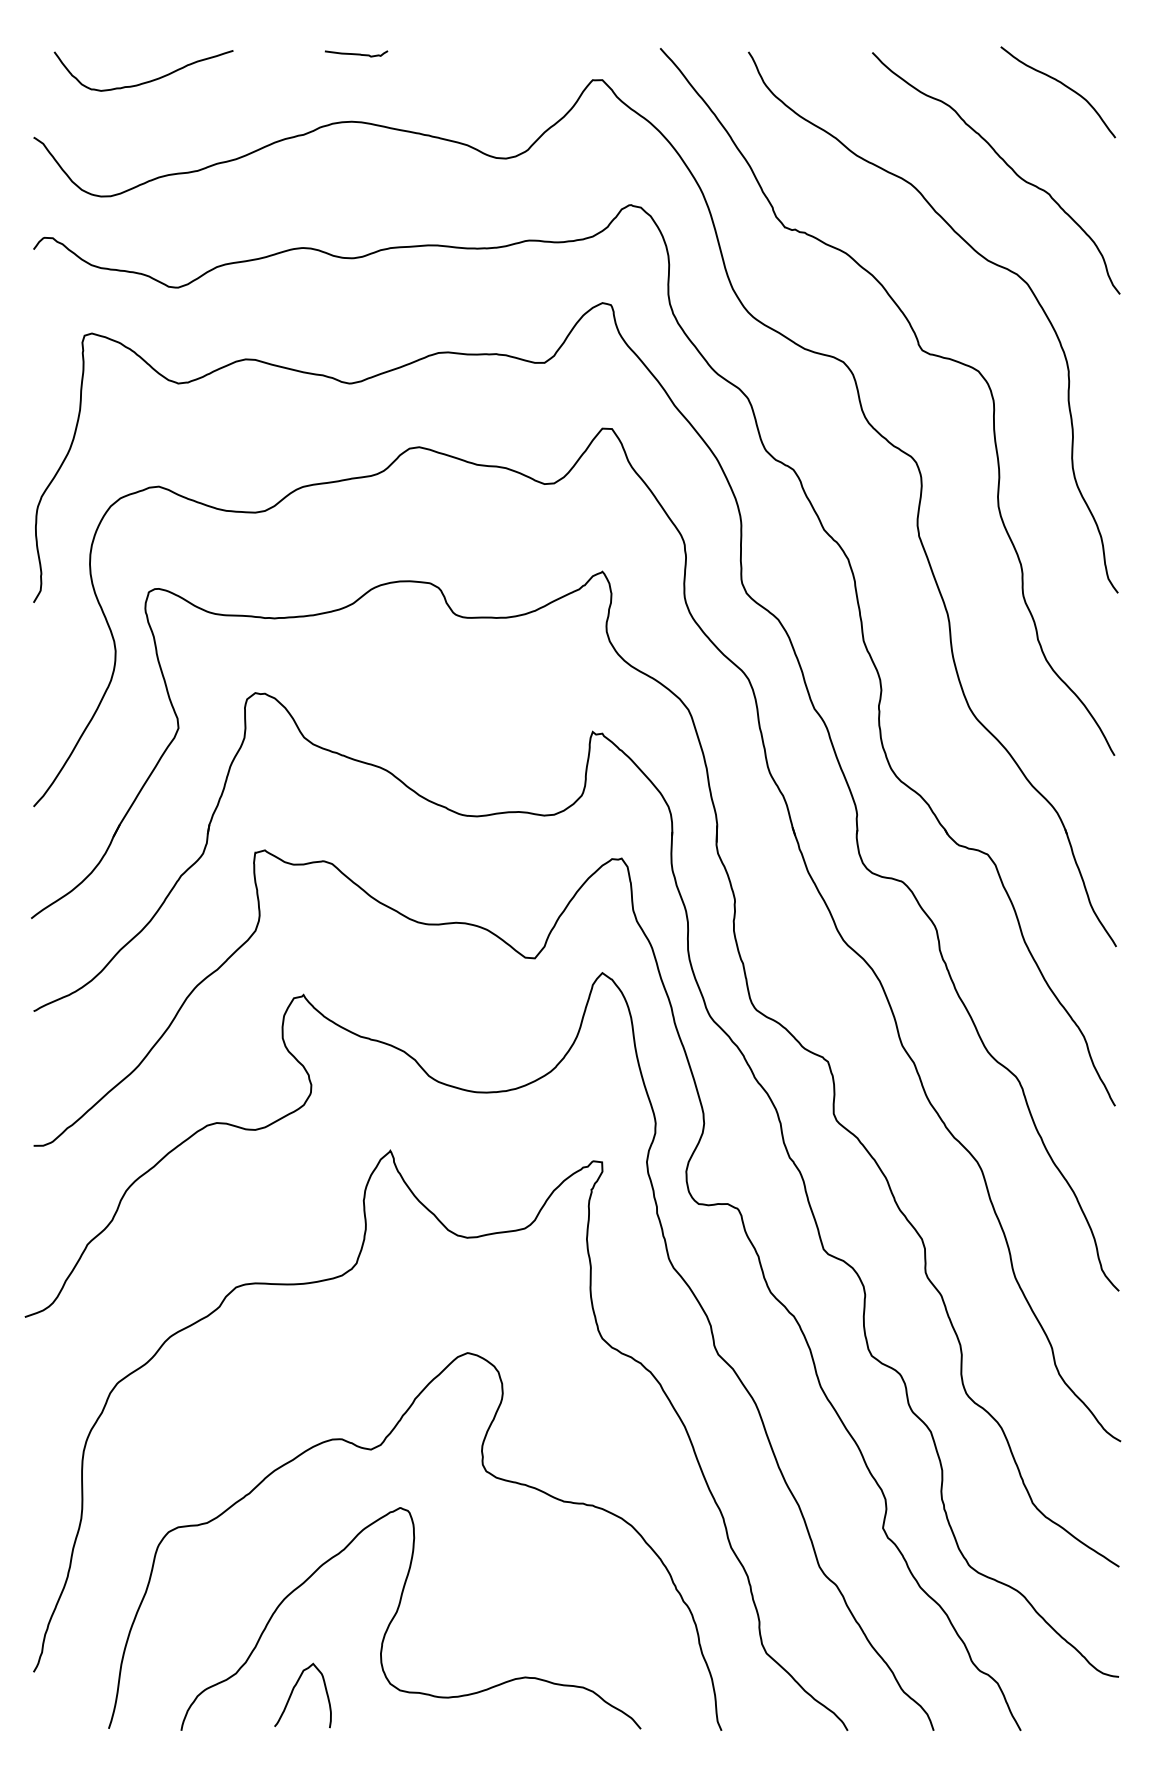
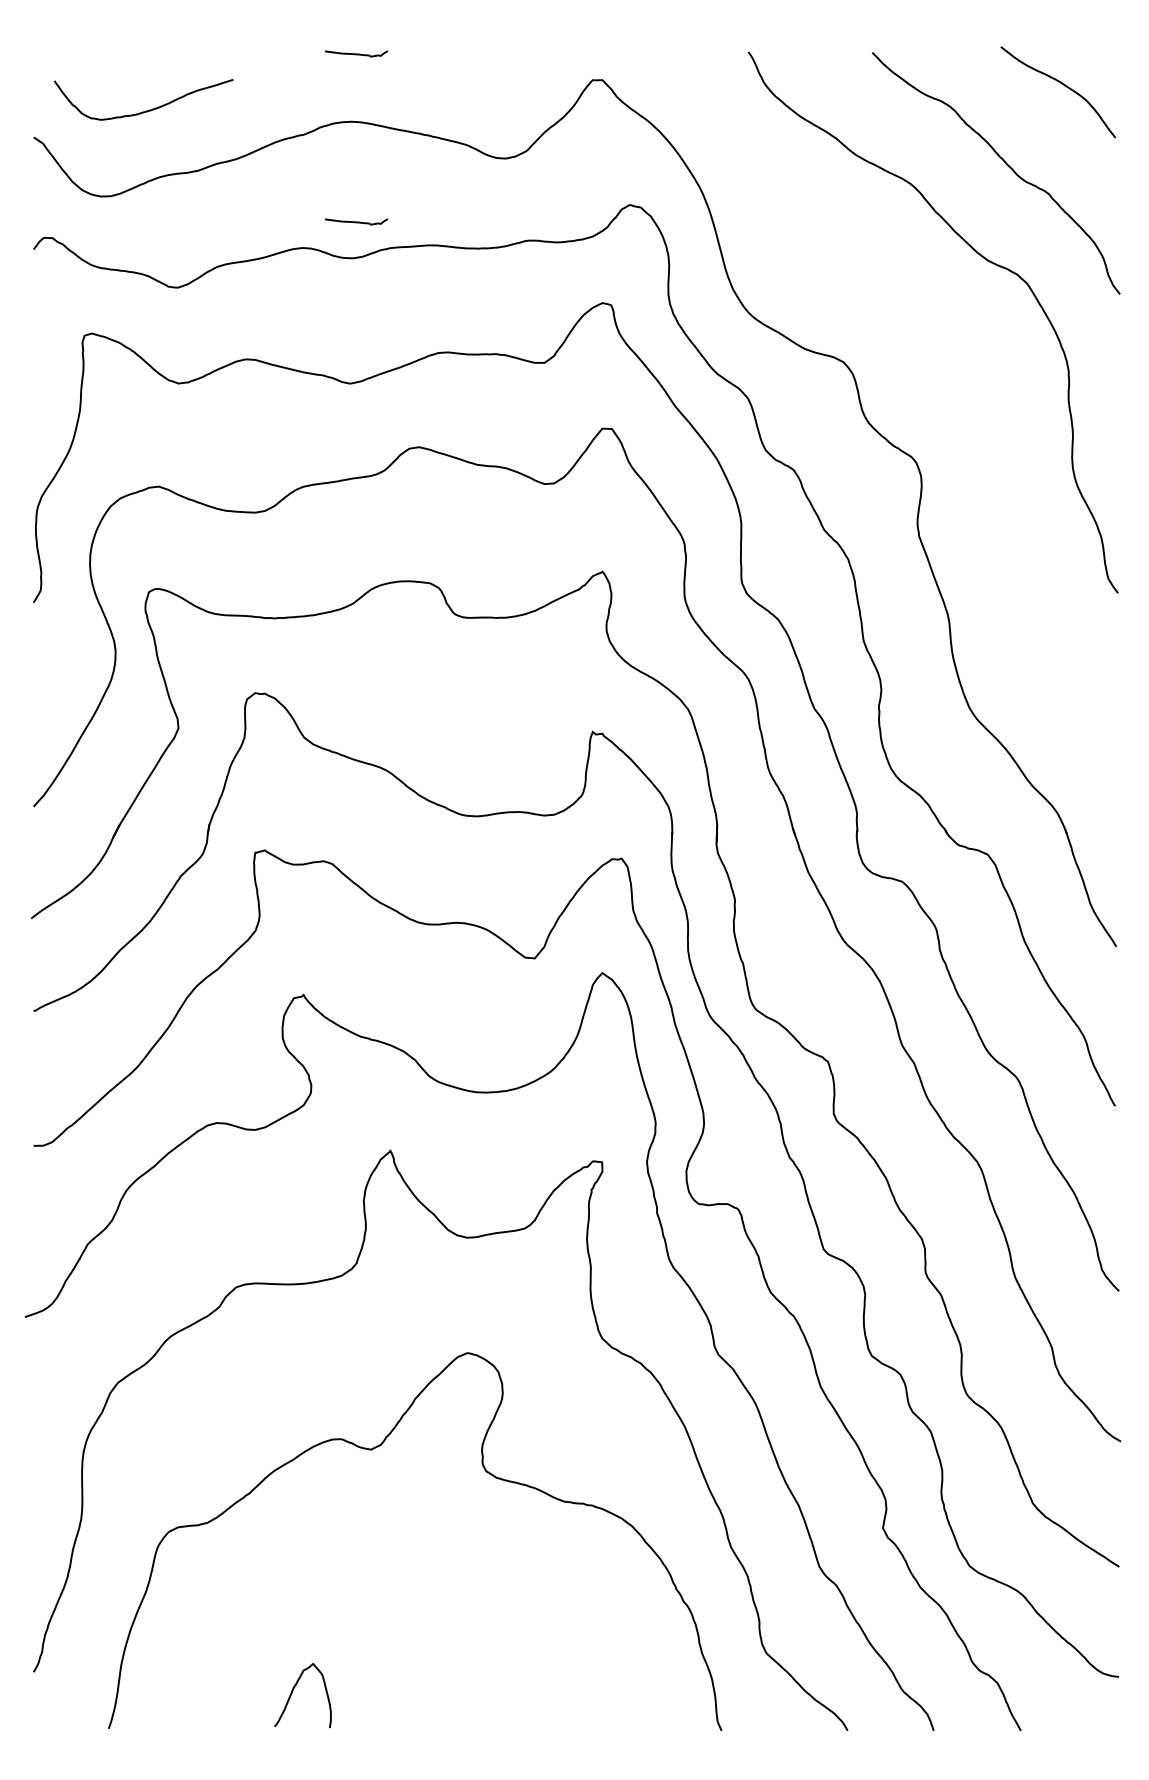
curve at (145, 81) position: (145, 81) -> (145, 110)
curve at (356, 221): none -> present
curve at (922, 351): present -> none
curve at (397, 1612): present -> none
